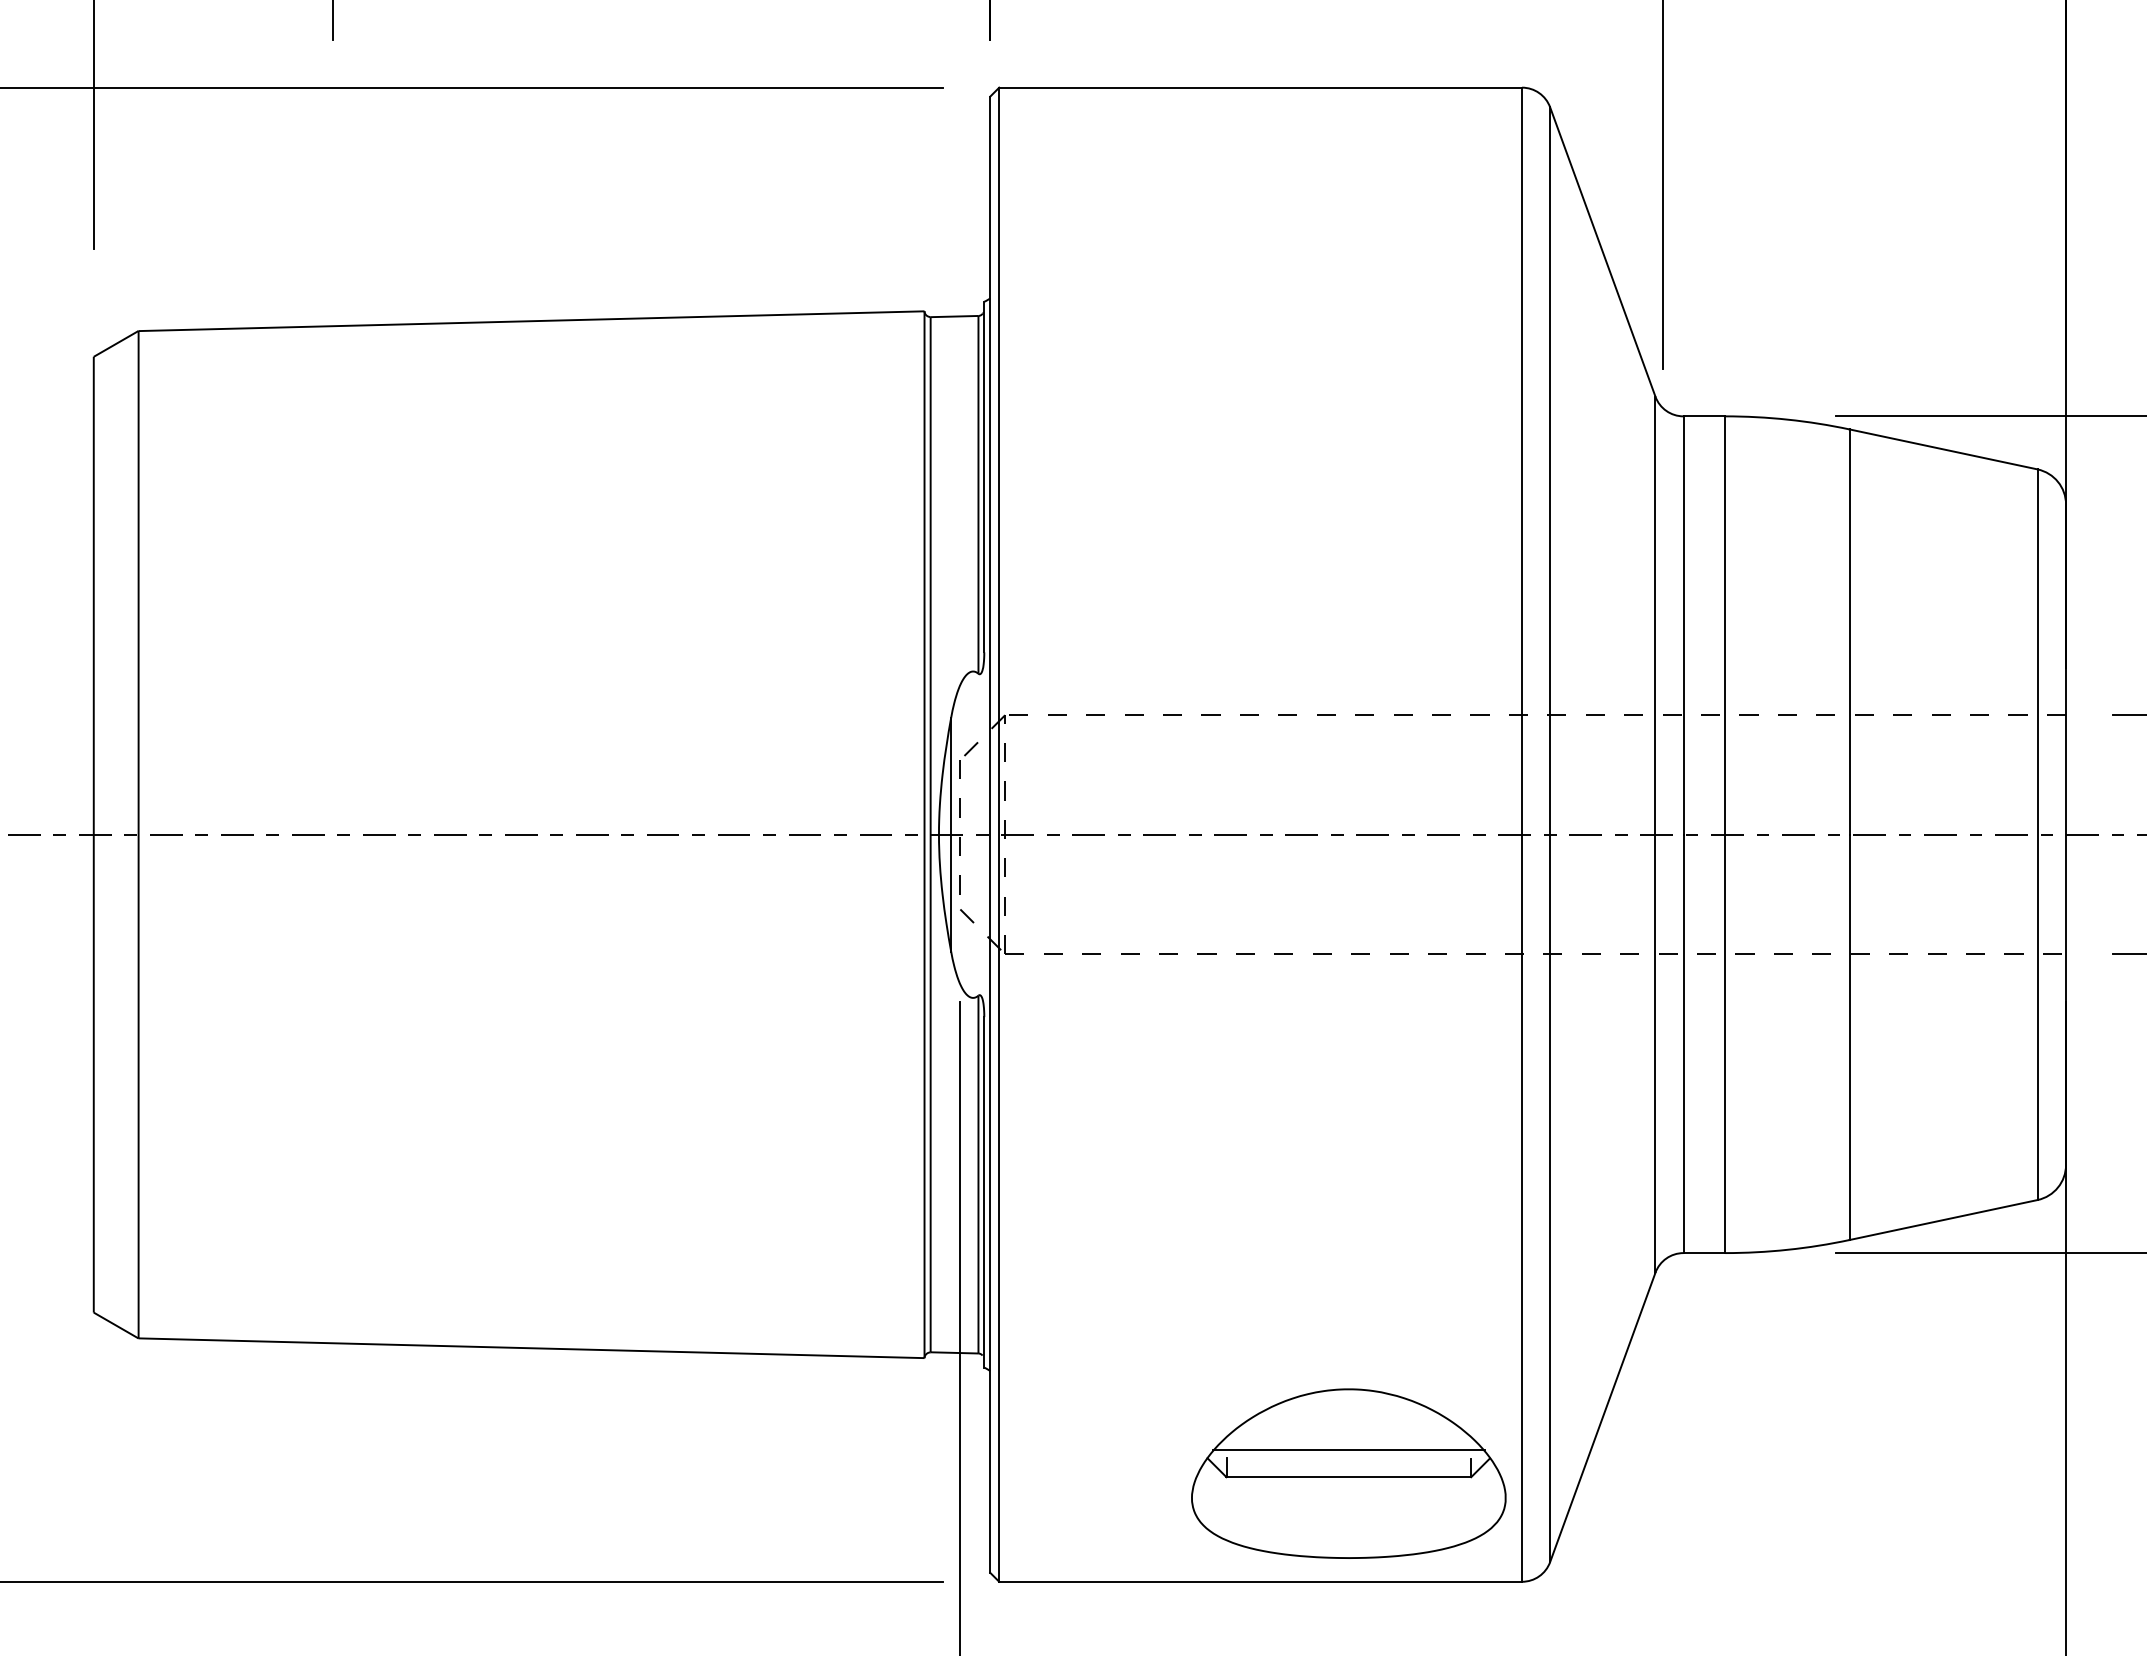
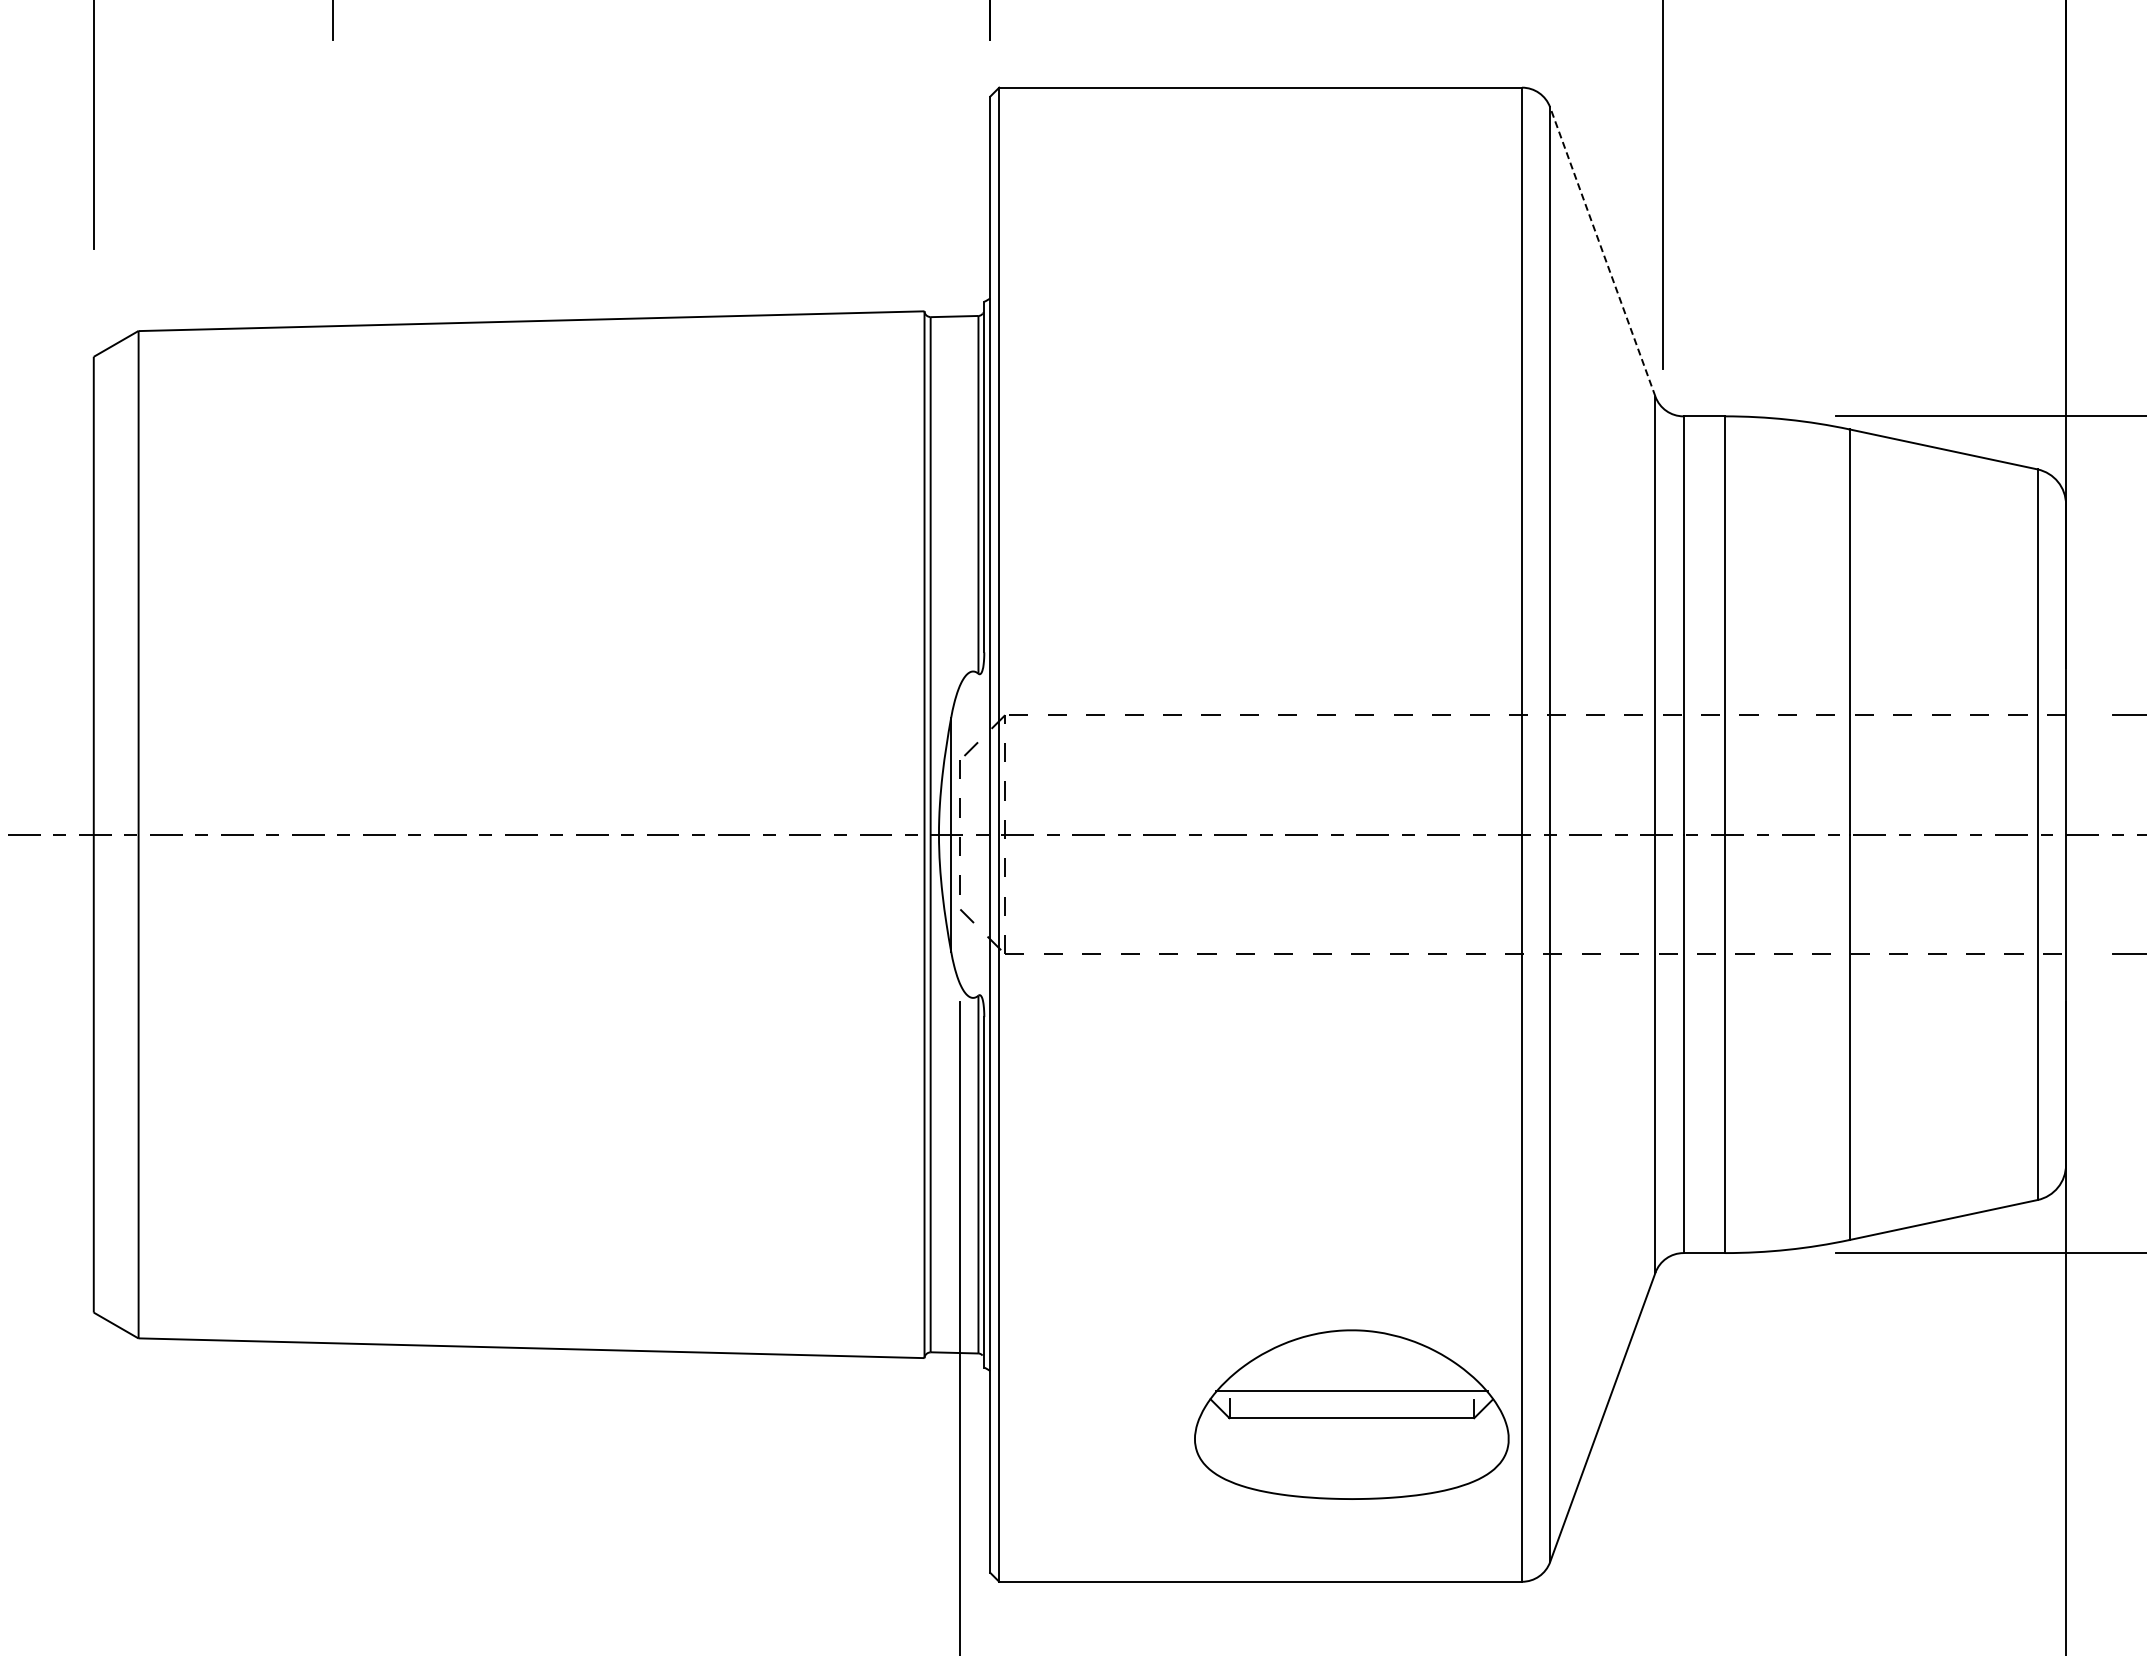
line at (472, 87): present -> none
line at (1602, 252): solid -> dashed
part at (1348, 1473) position: (1348, 1473) -> (1351, 1414)
line at (472, 1581): present -> none
